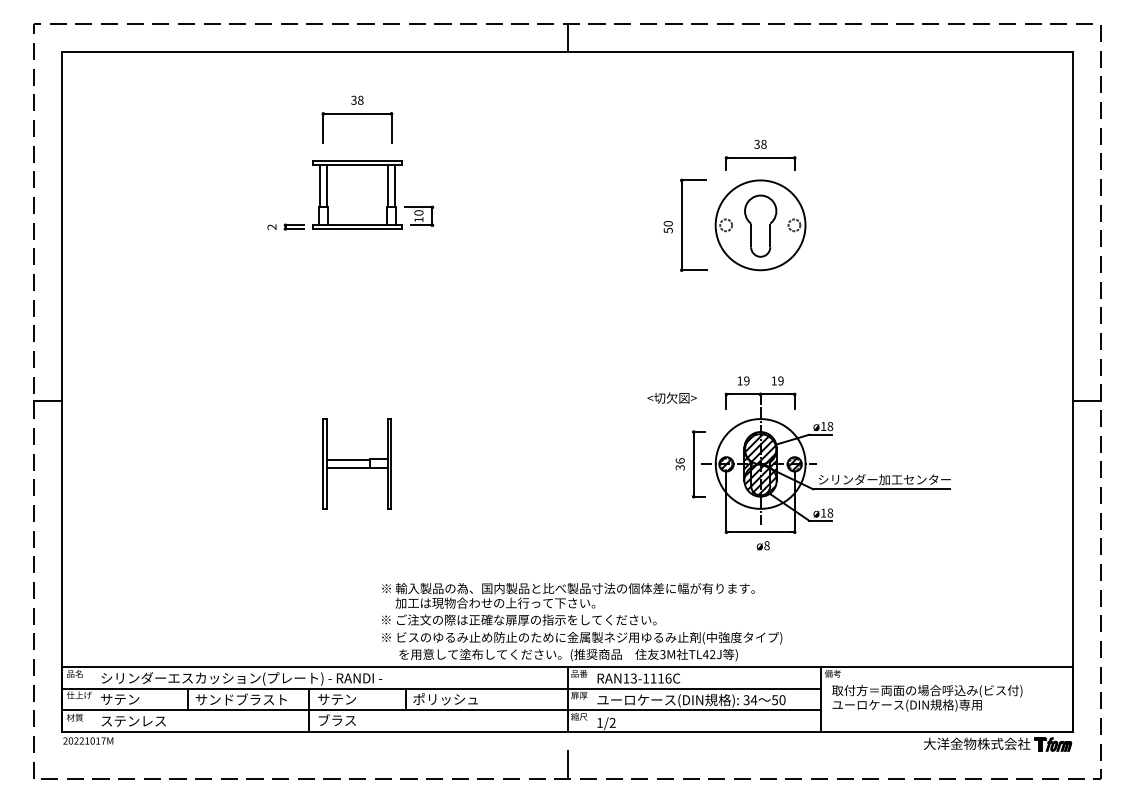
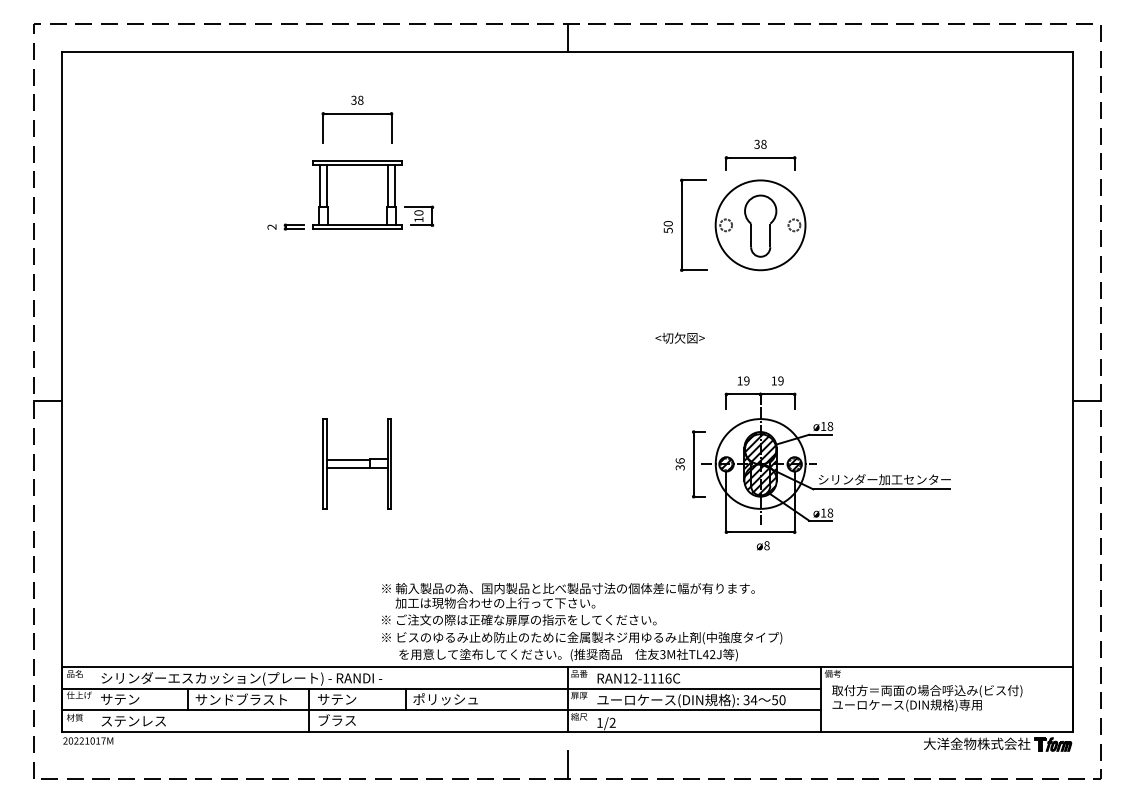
text at (671, 397) position: (671, 397) -> (679, 337)
text at (633, 679): RAN13-1116C -> RAN12-1116C
